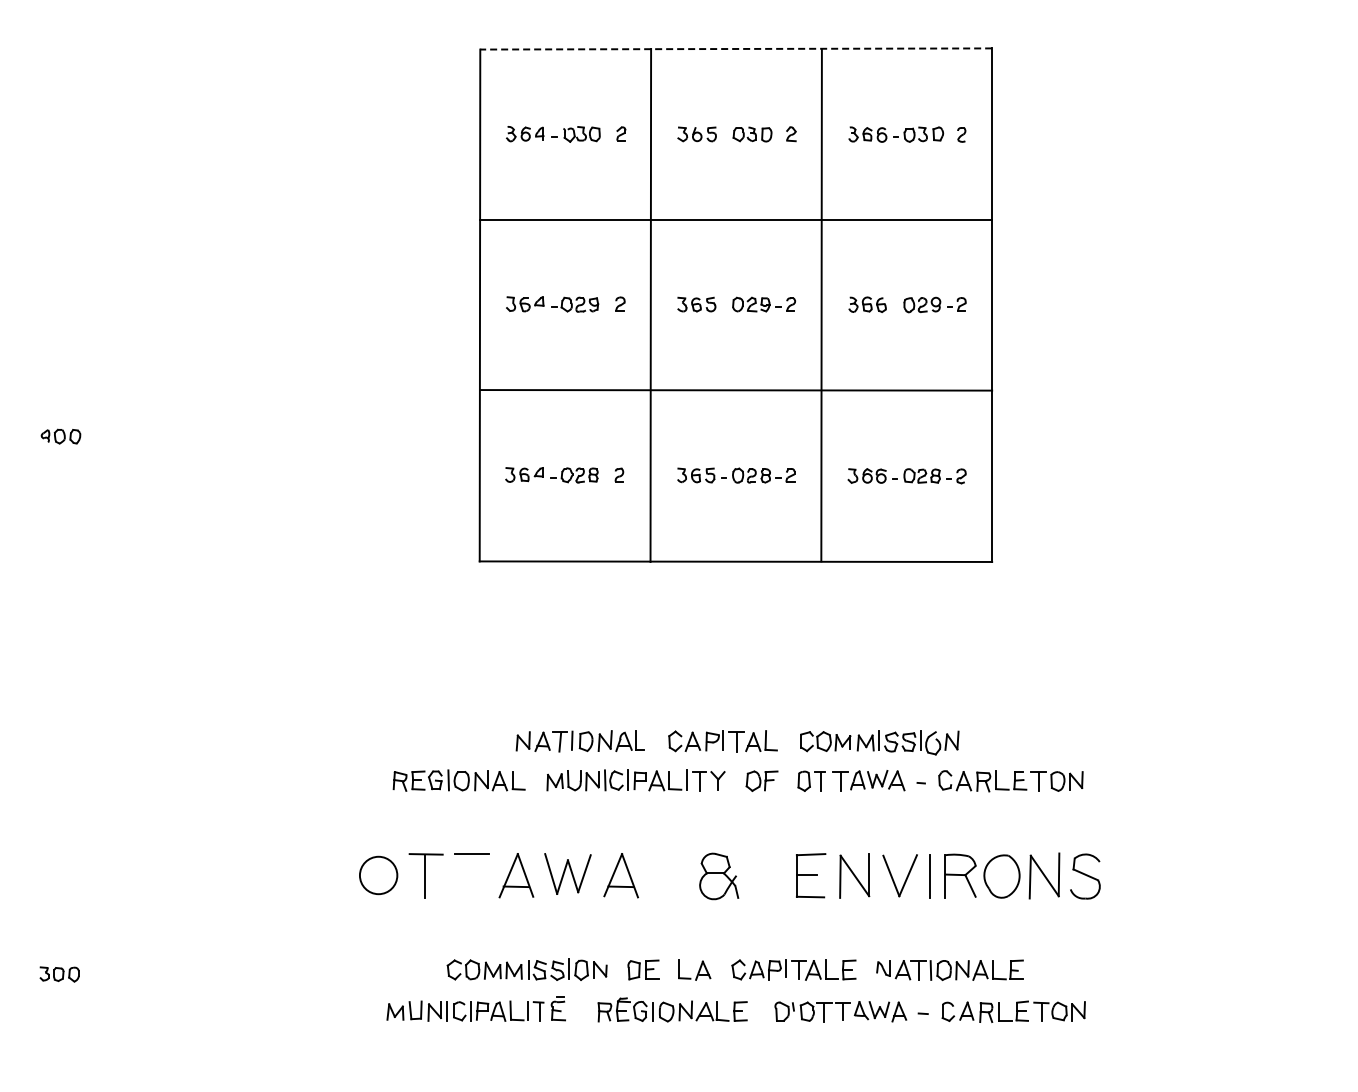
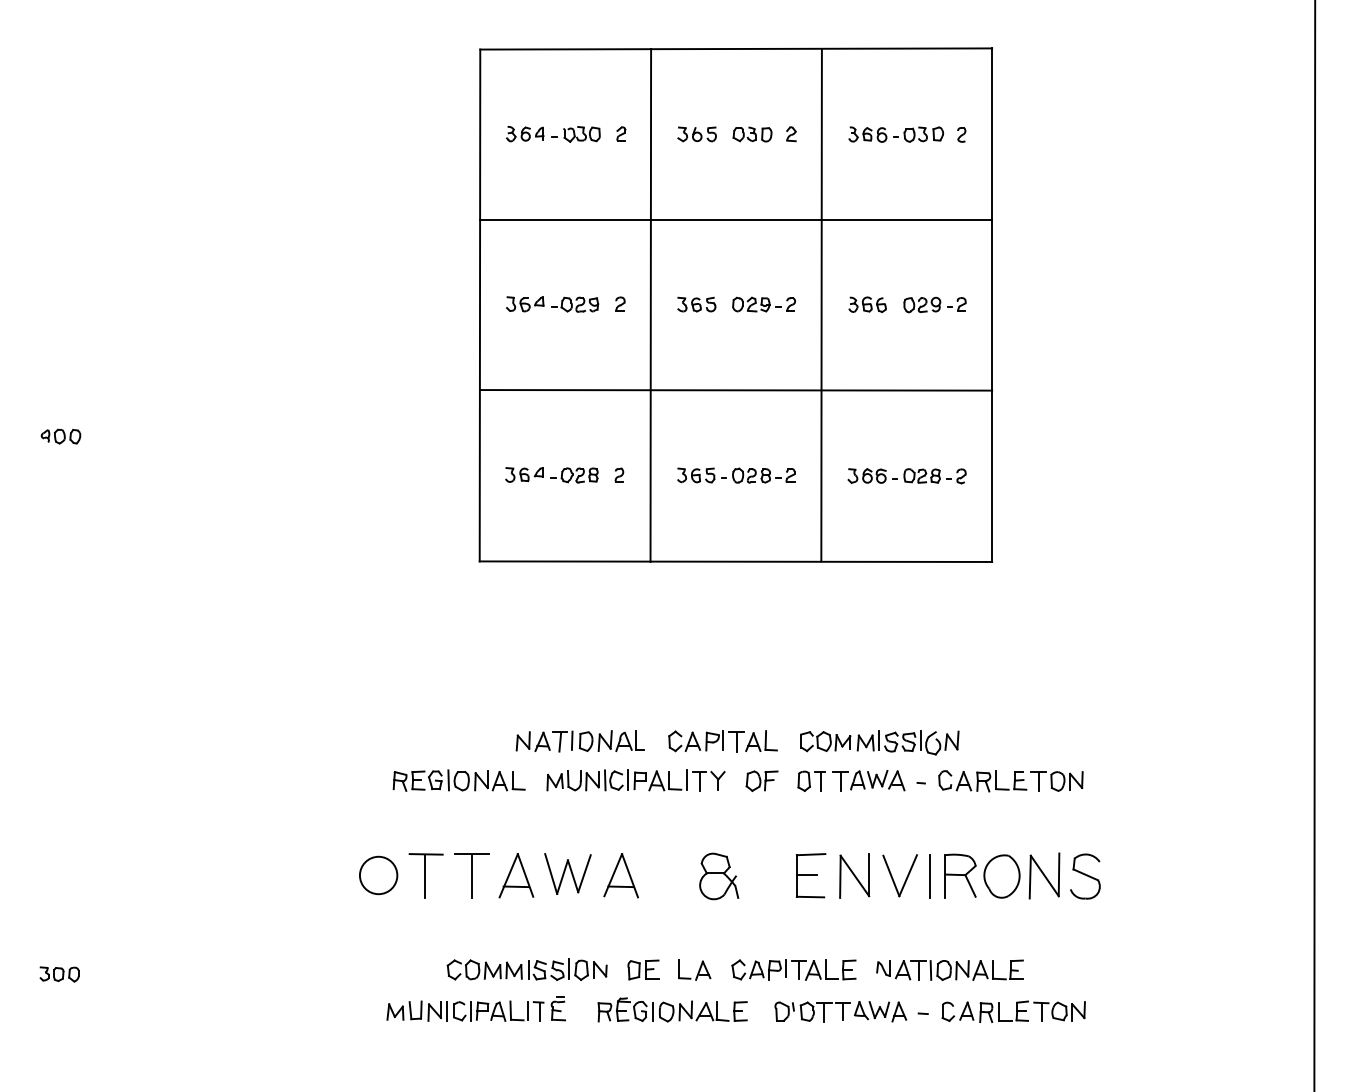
line at (736, 48): dashed -> solid
line at (1314, 545): none -> present
line at (471, 875): none -> present
